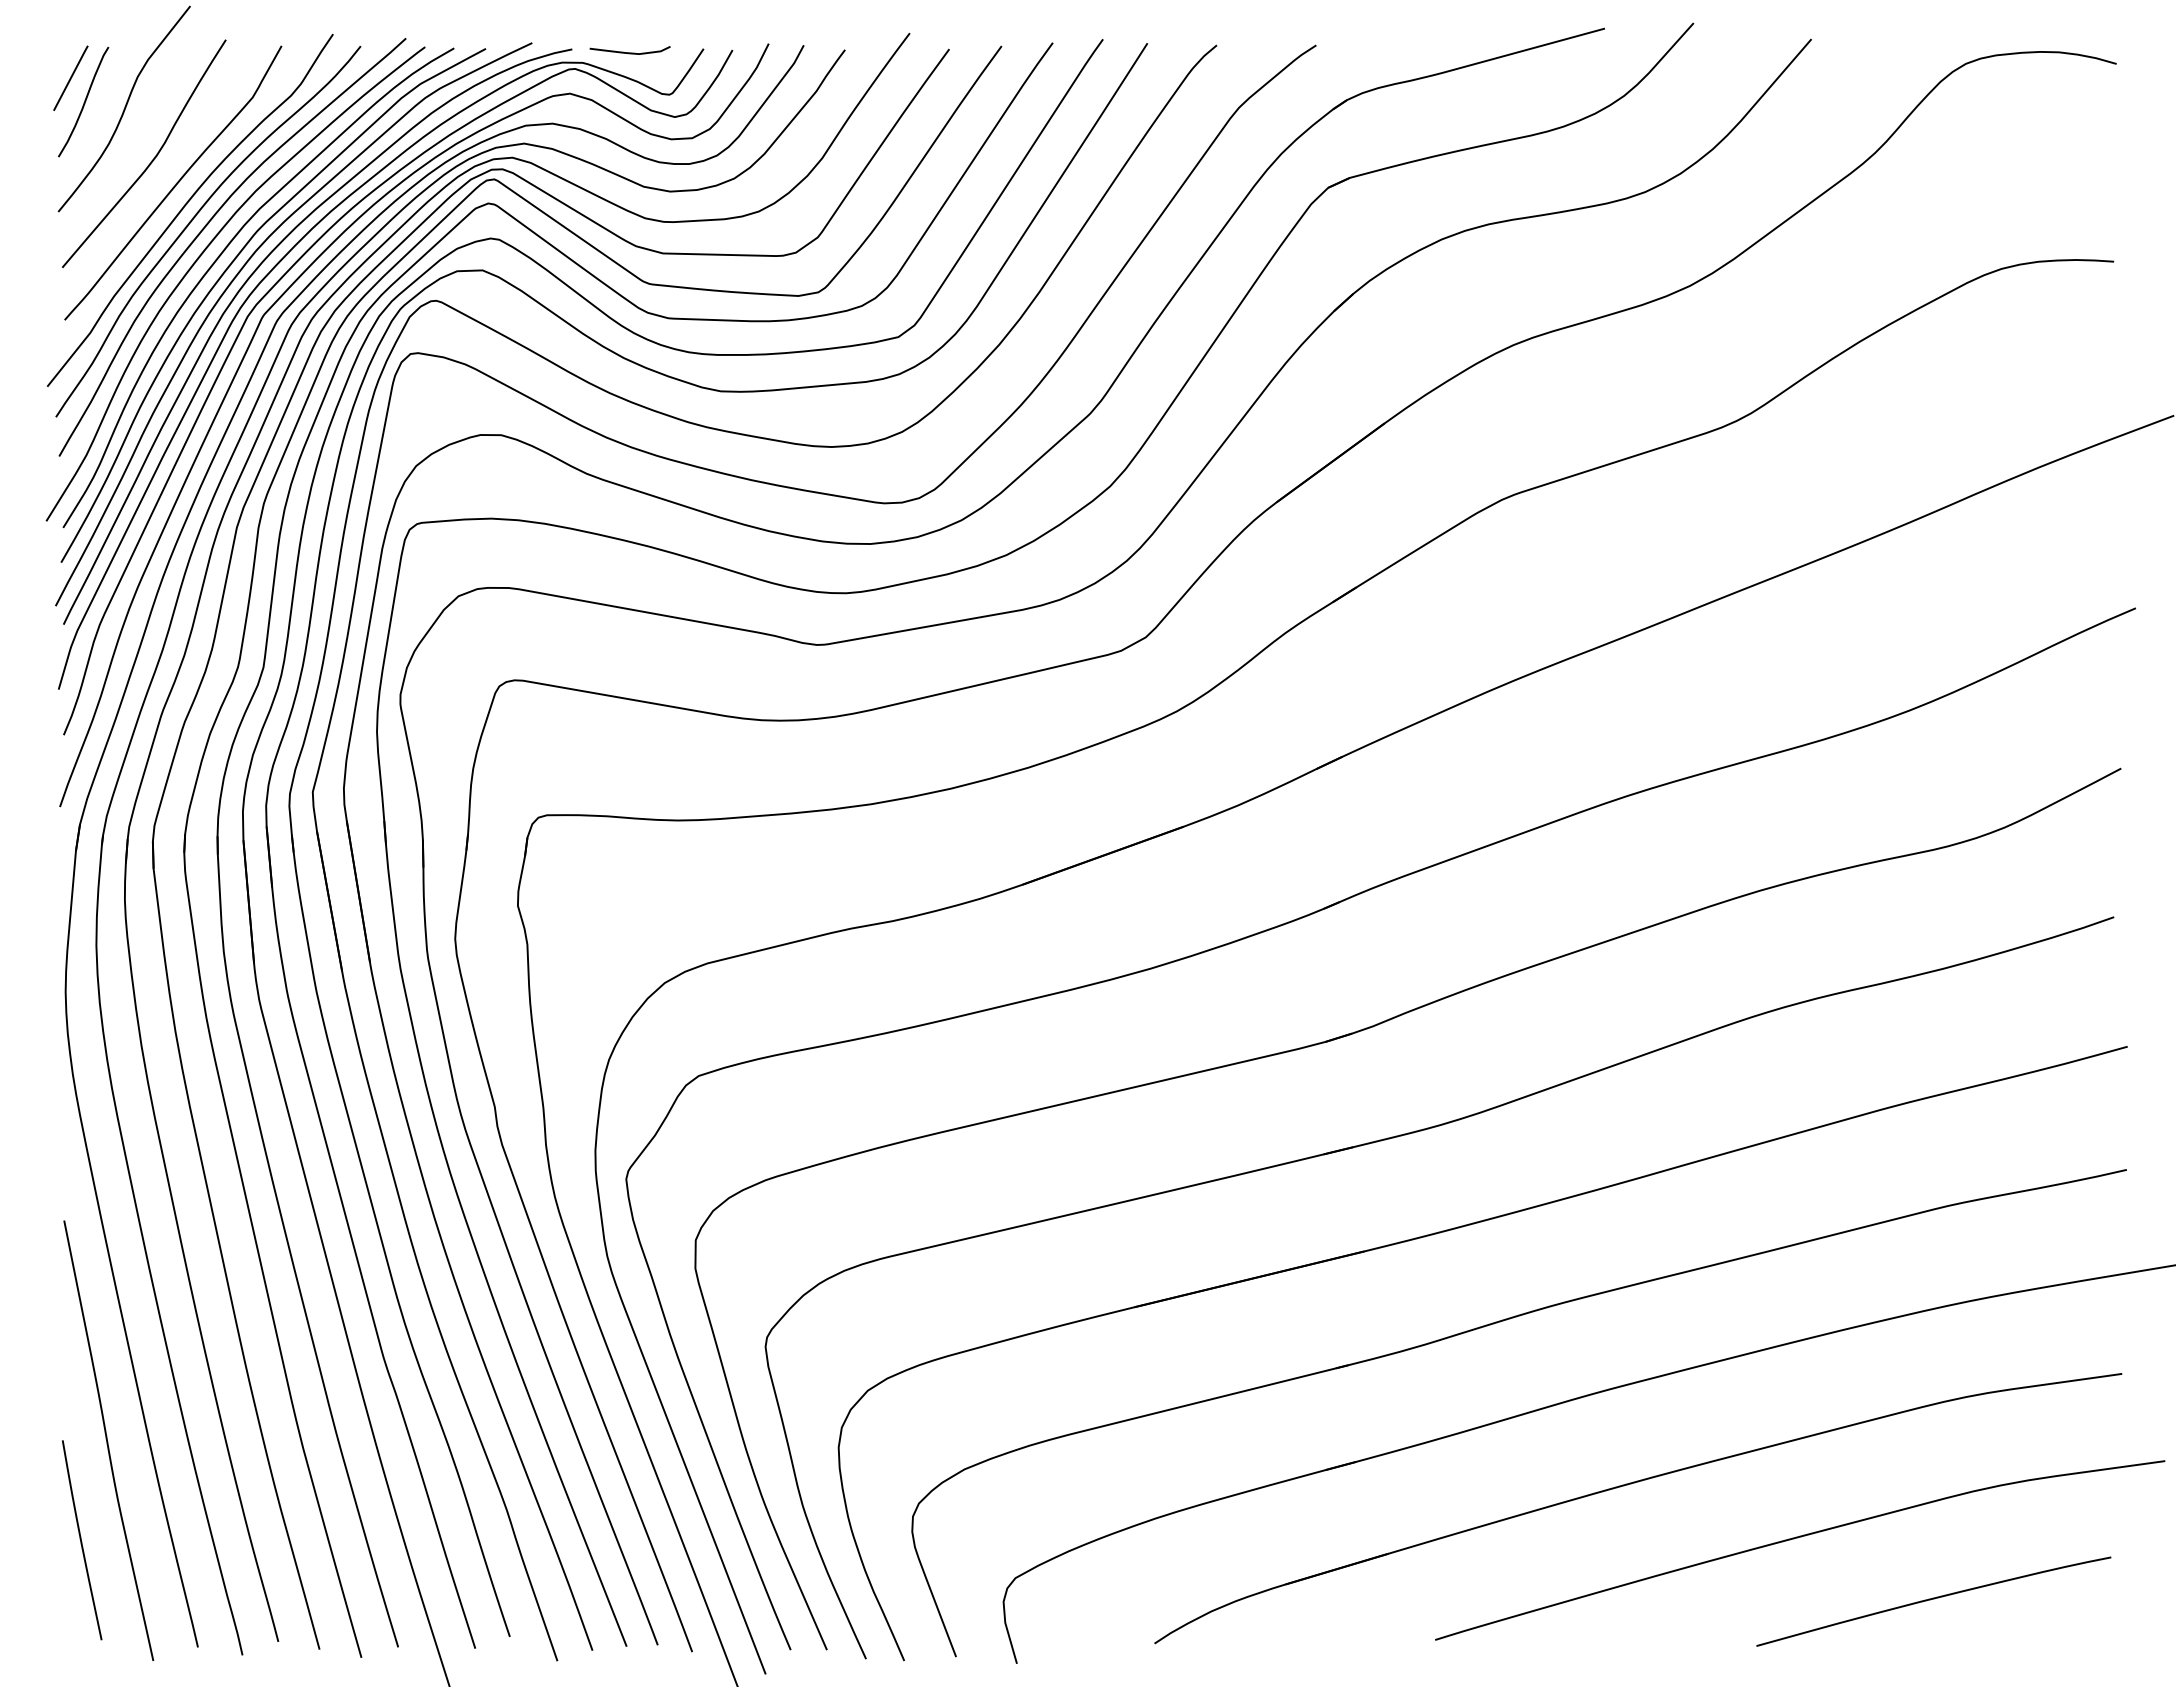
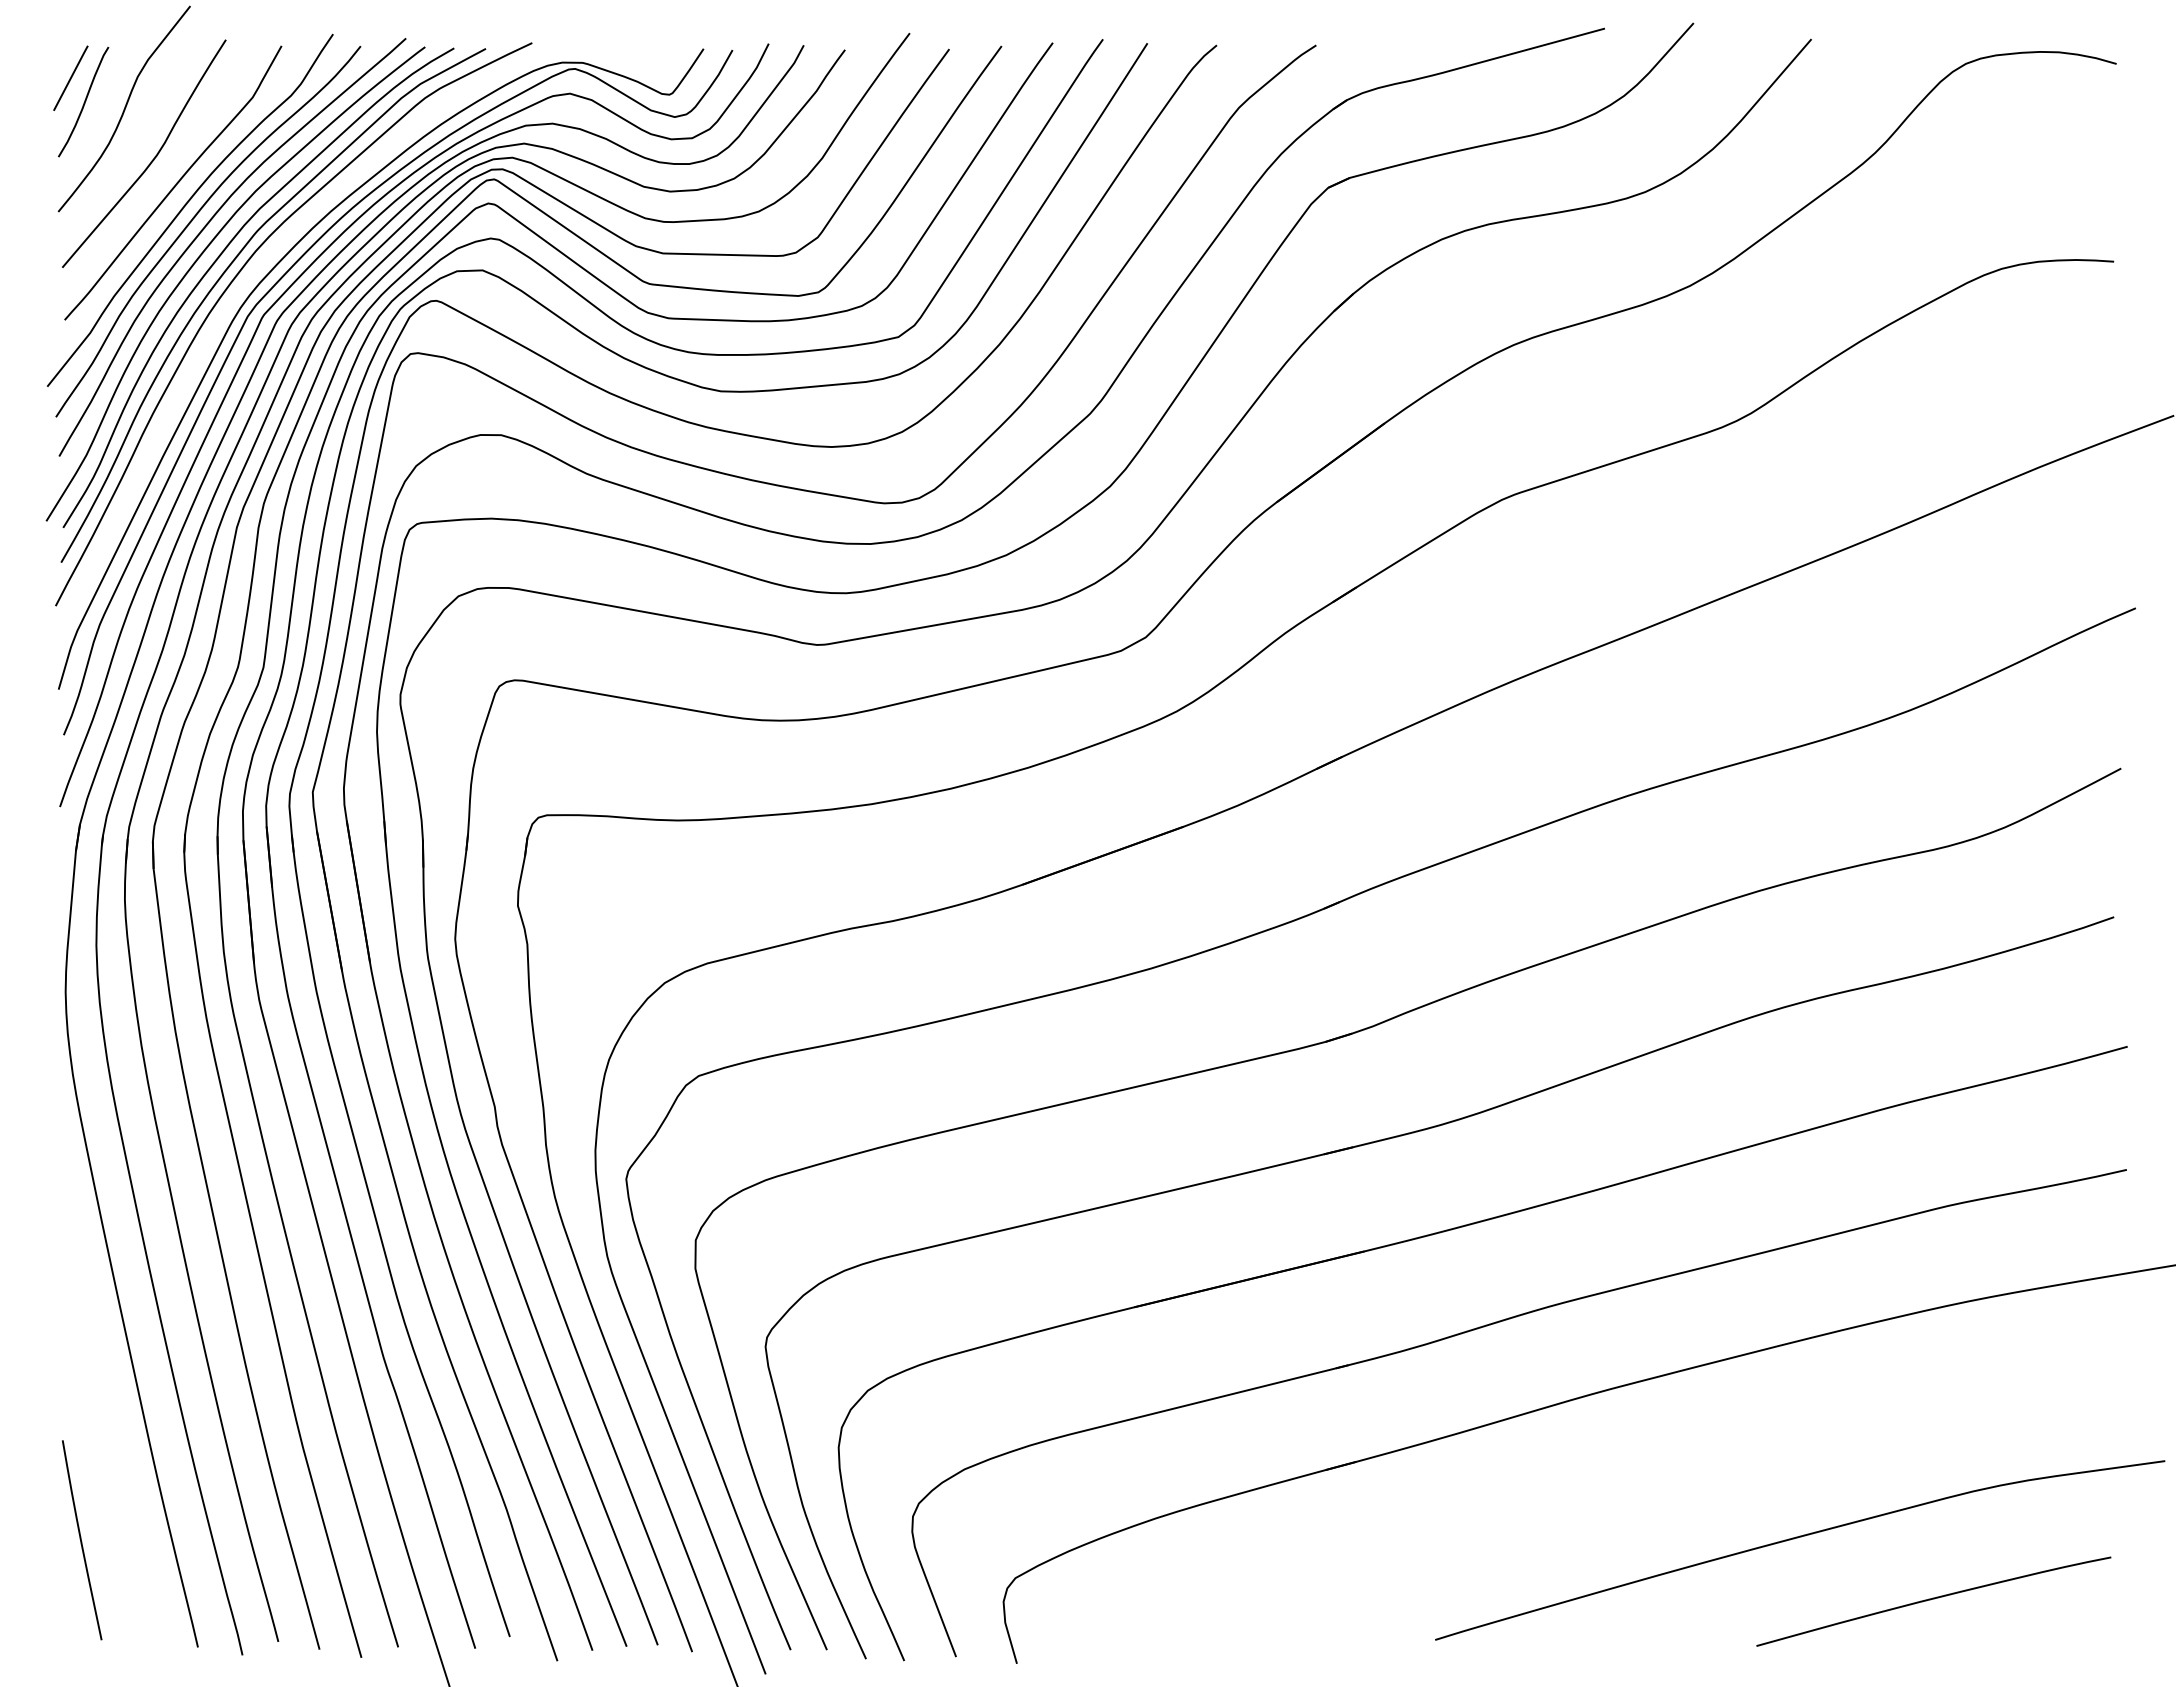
curve at (629, 52): present -> none
curve at (246, 283): present -> none
curve at (107, 1440): present -> none
part at (1631, 1484): present -> none
